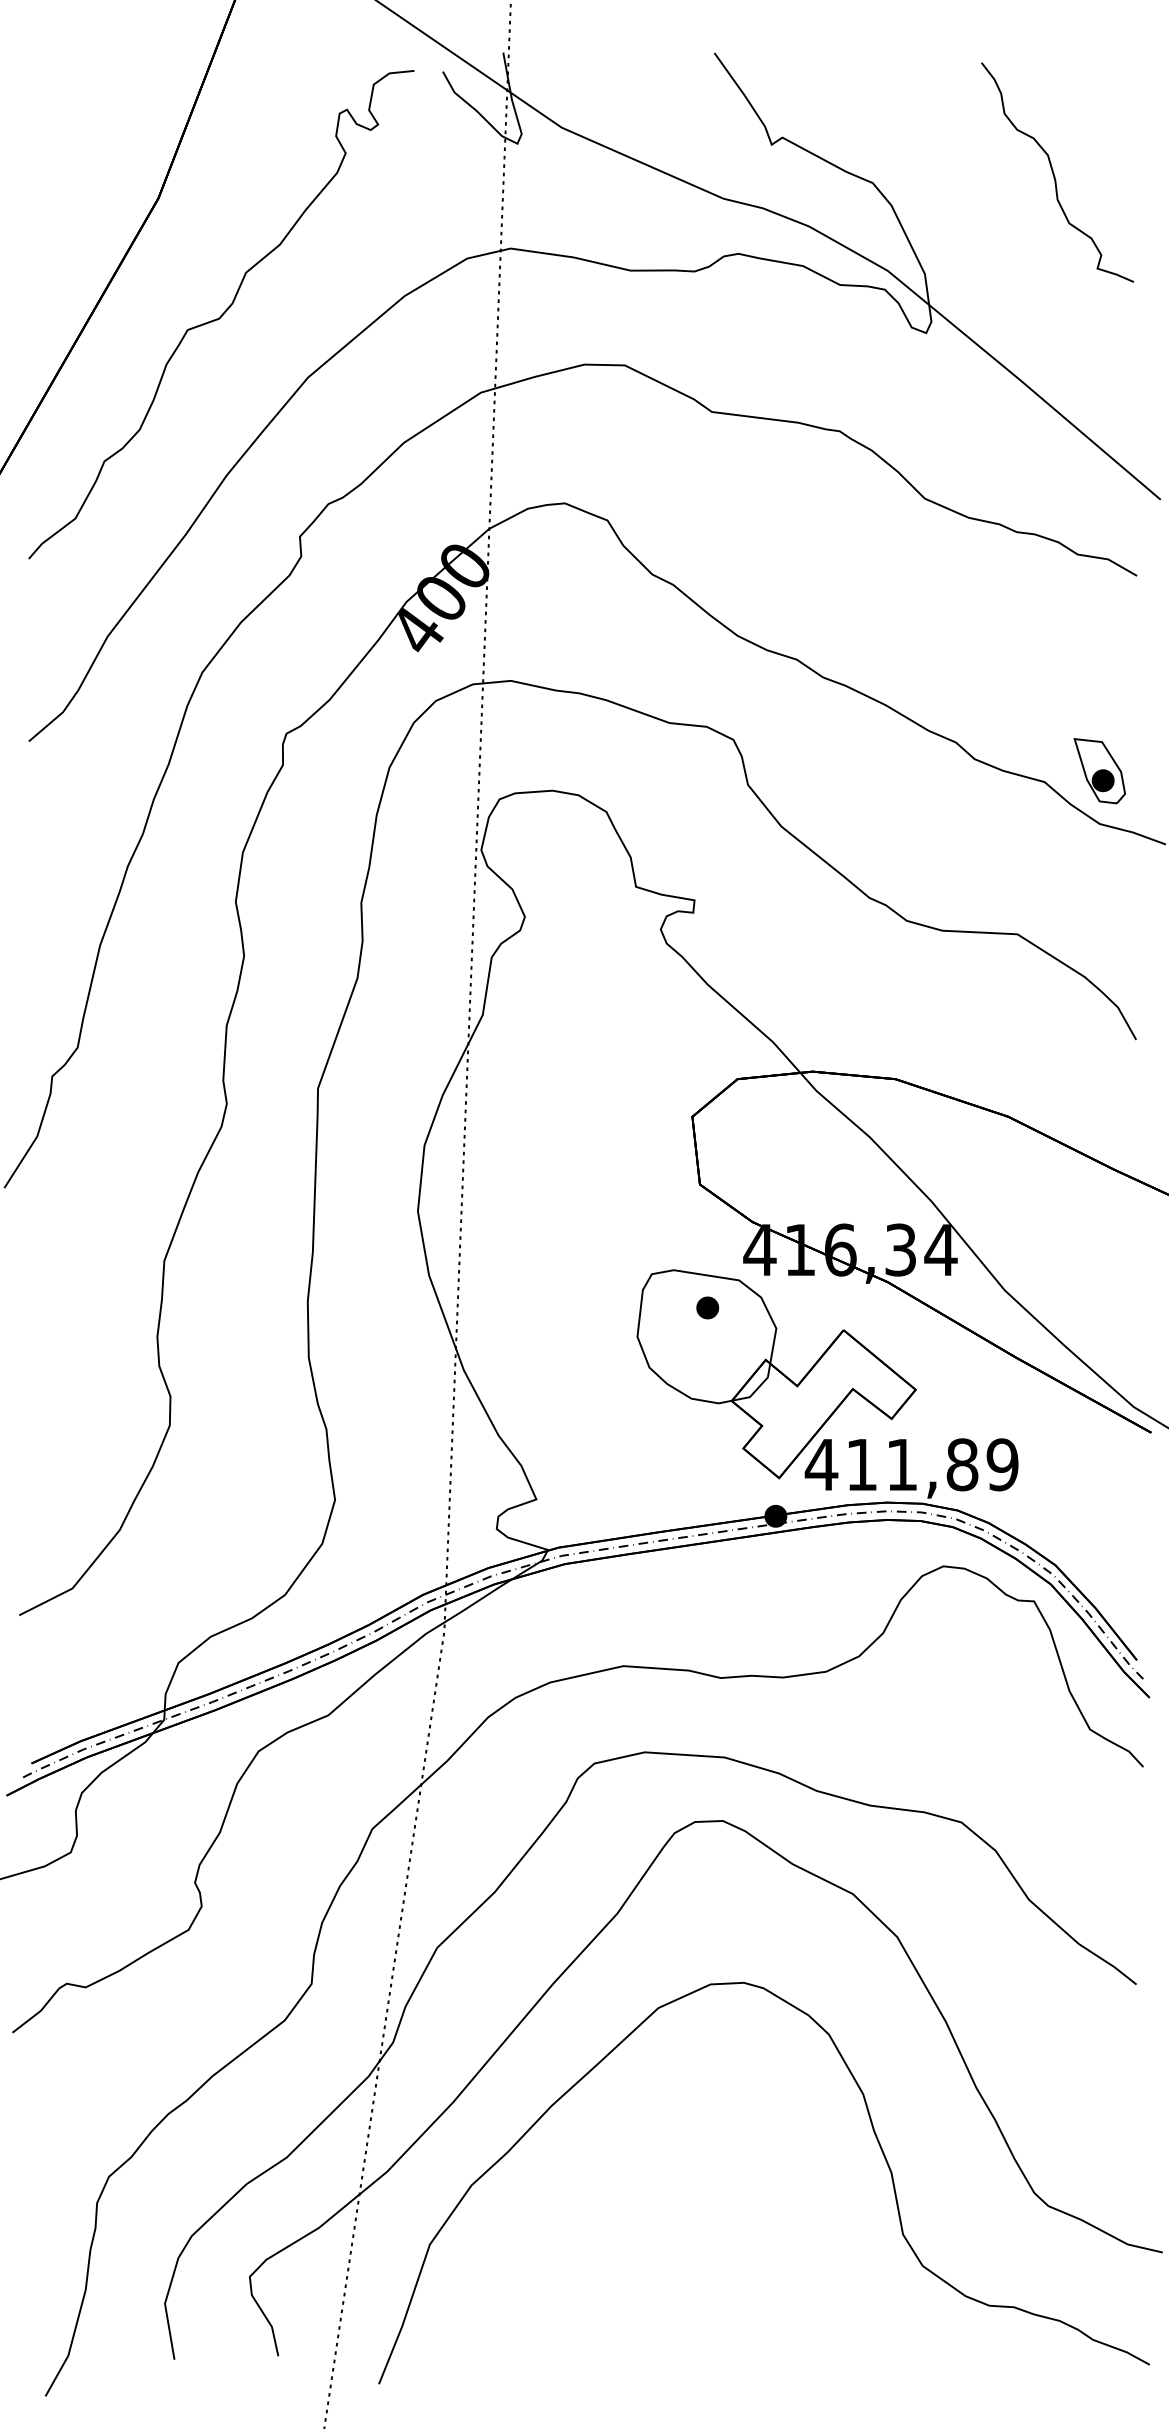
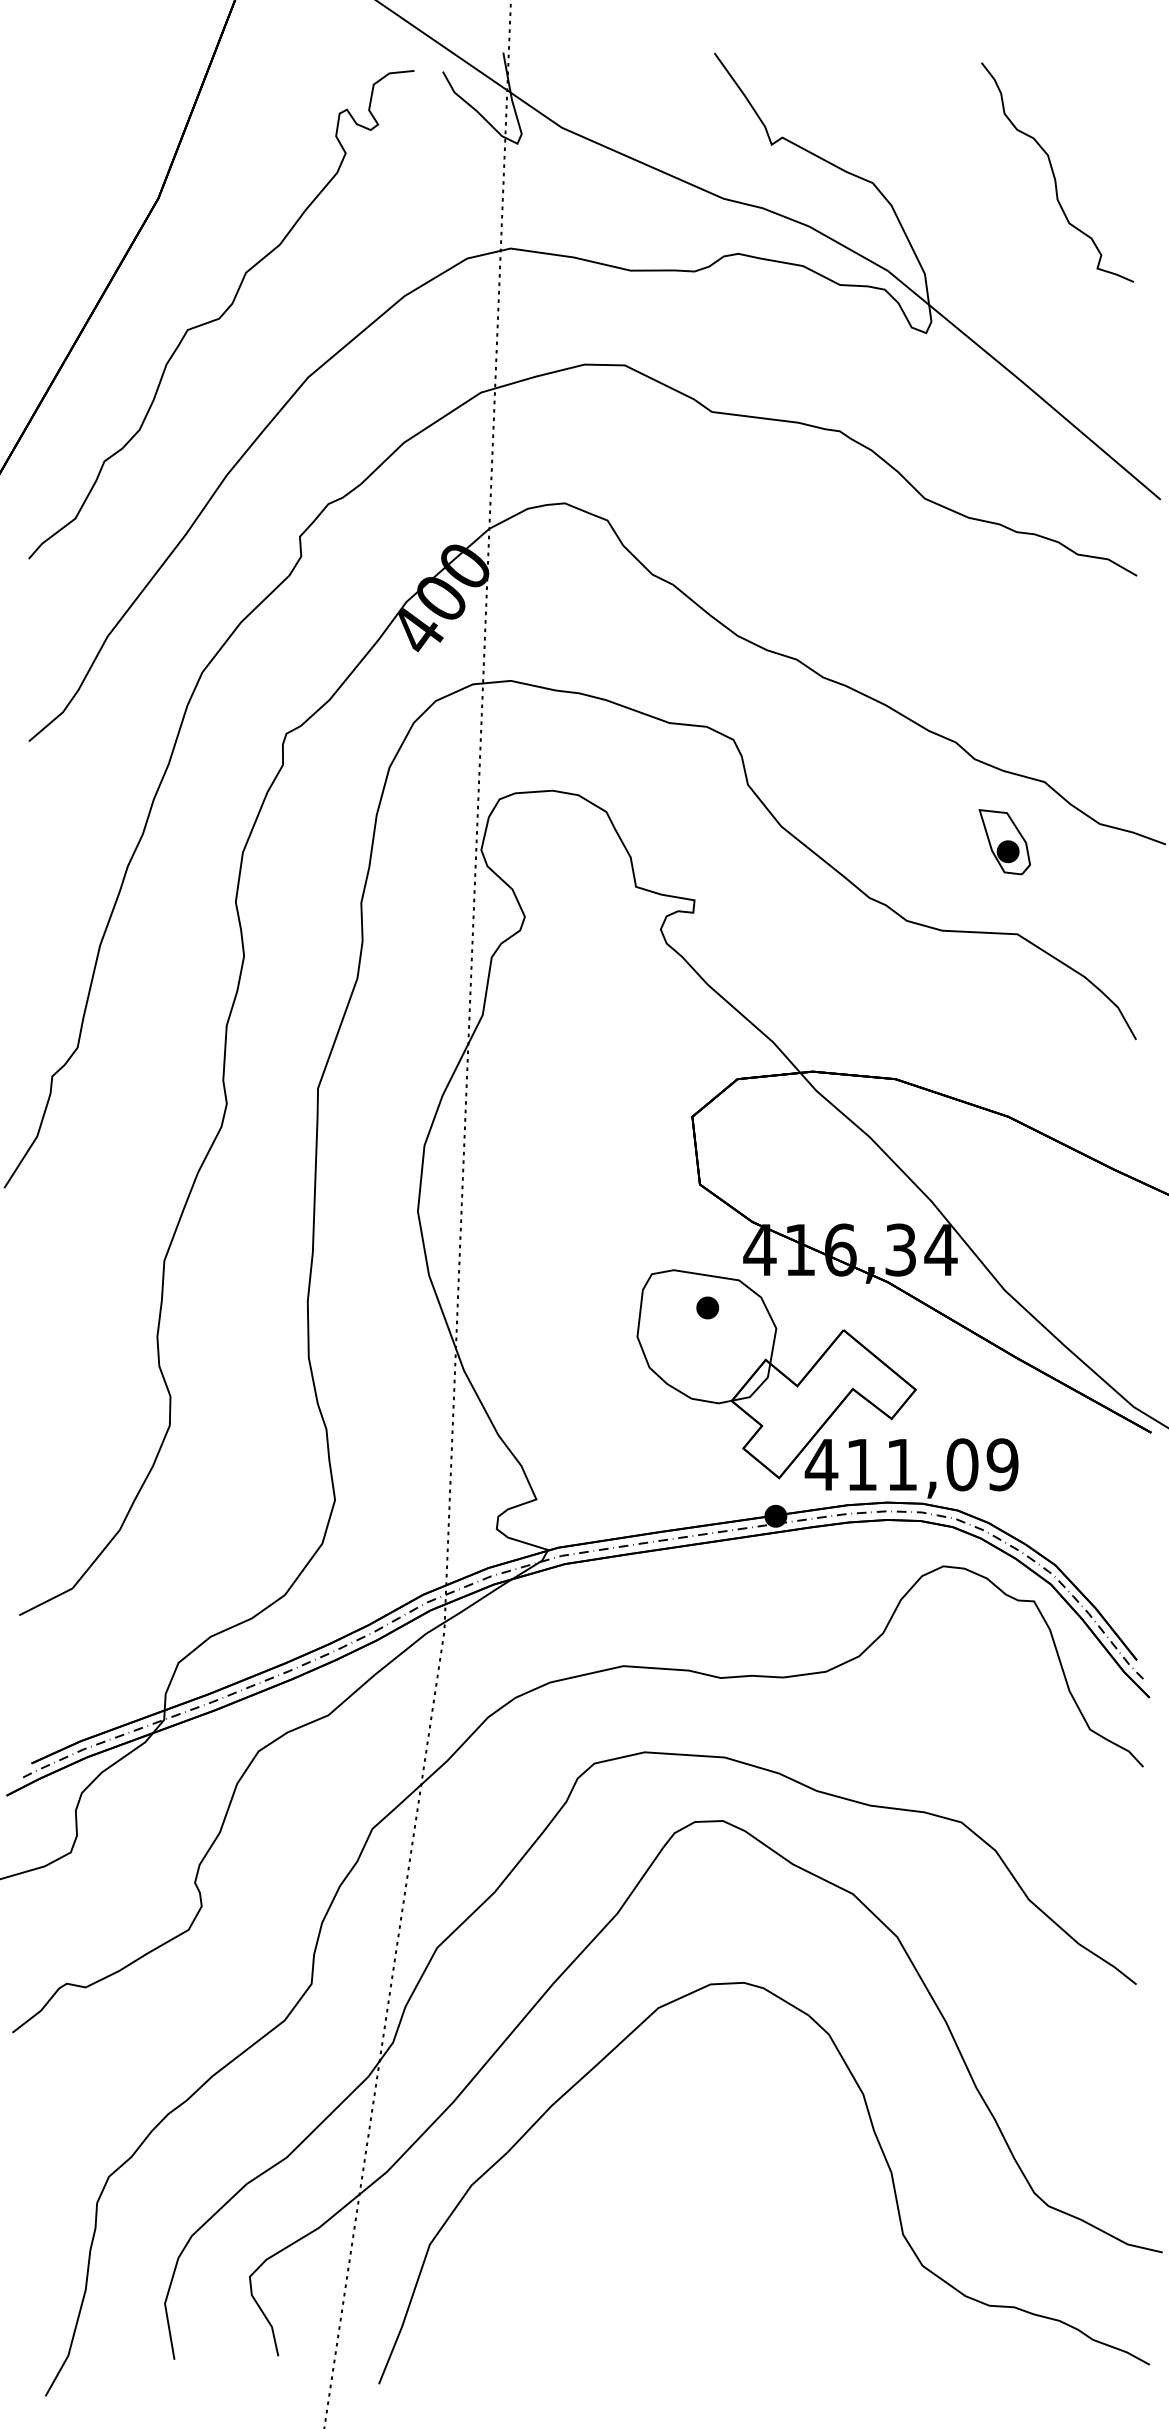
part at (1099, 771) position: (1099, 771) -> (1004, 842)
text at (962, 1464): 411,89 -> 411,09
